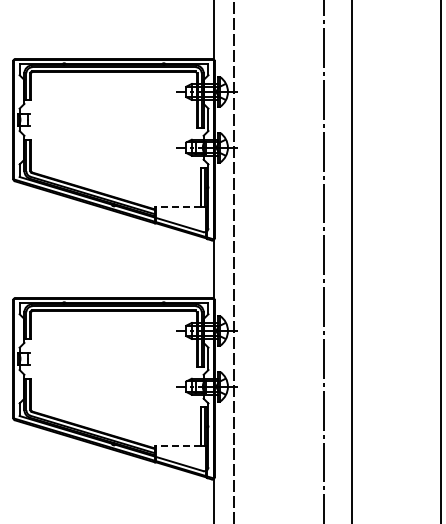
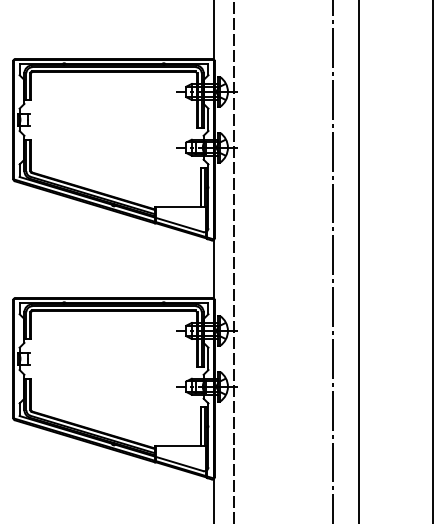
line at (177, 207): dashed -> solid
line at (324, 261) position: (324, 261) -> (333, 261)
line at (352, 261) position: (352, 261) -> (359, 261)
line at (440, 261) position: (440, 261) -> (432, 261)
line at (177, 446): dashed -> solid
